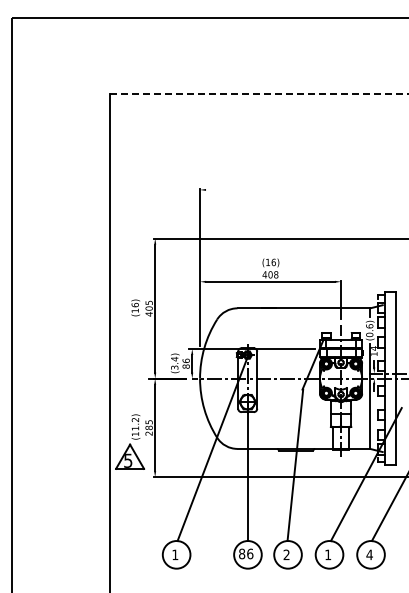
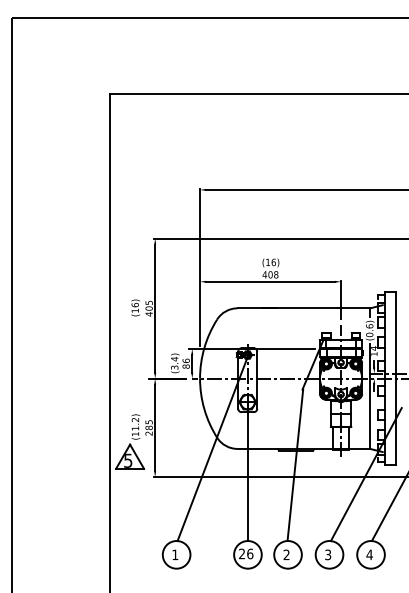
line at (260, 94): dashed -> solid
line at (305, 189): none -> present
text at (242, 553): 86 -> 26
text at (328, 554): 1 -> 3
